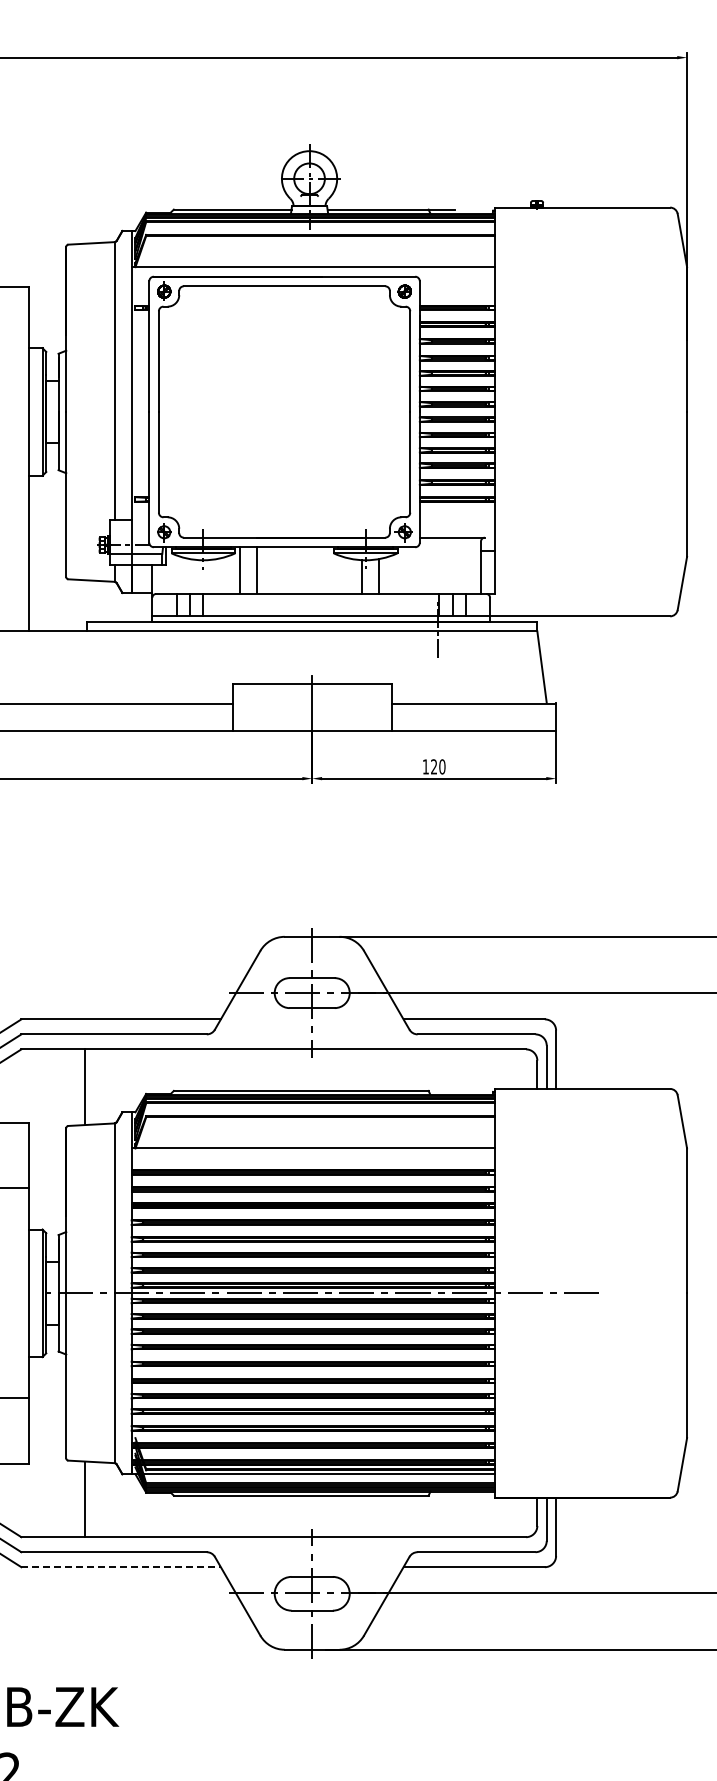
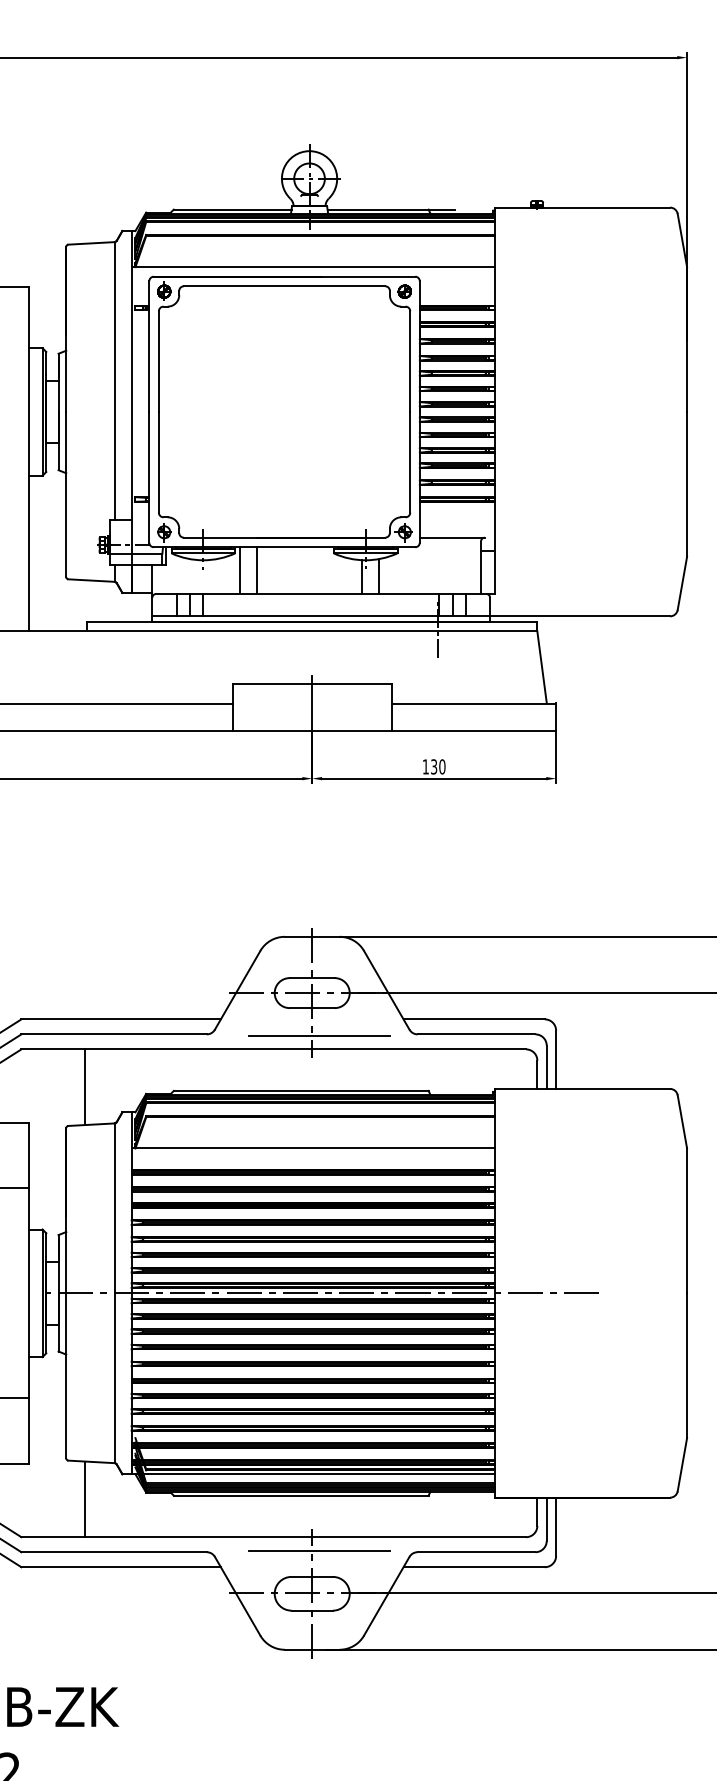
text at (434, 766): 120 -> 130
line at (319, 1035): none -> present
line at (319, 1550): none -> present
line at (121, 1567): dashed -> solid
